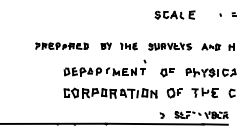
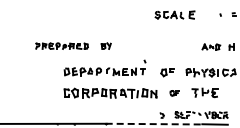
part at (128, 46): present -> none
part at (170, 46): present -> none
part at (231, 92): present -> none
part at (174, 93) size: 17x11 px -> 11x7 px
line at (155, 124): solid -> dashed
